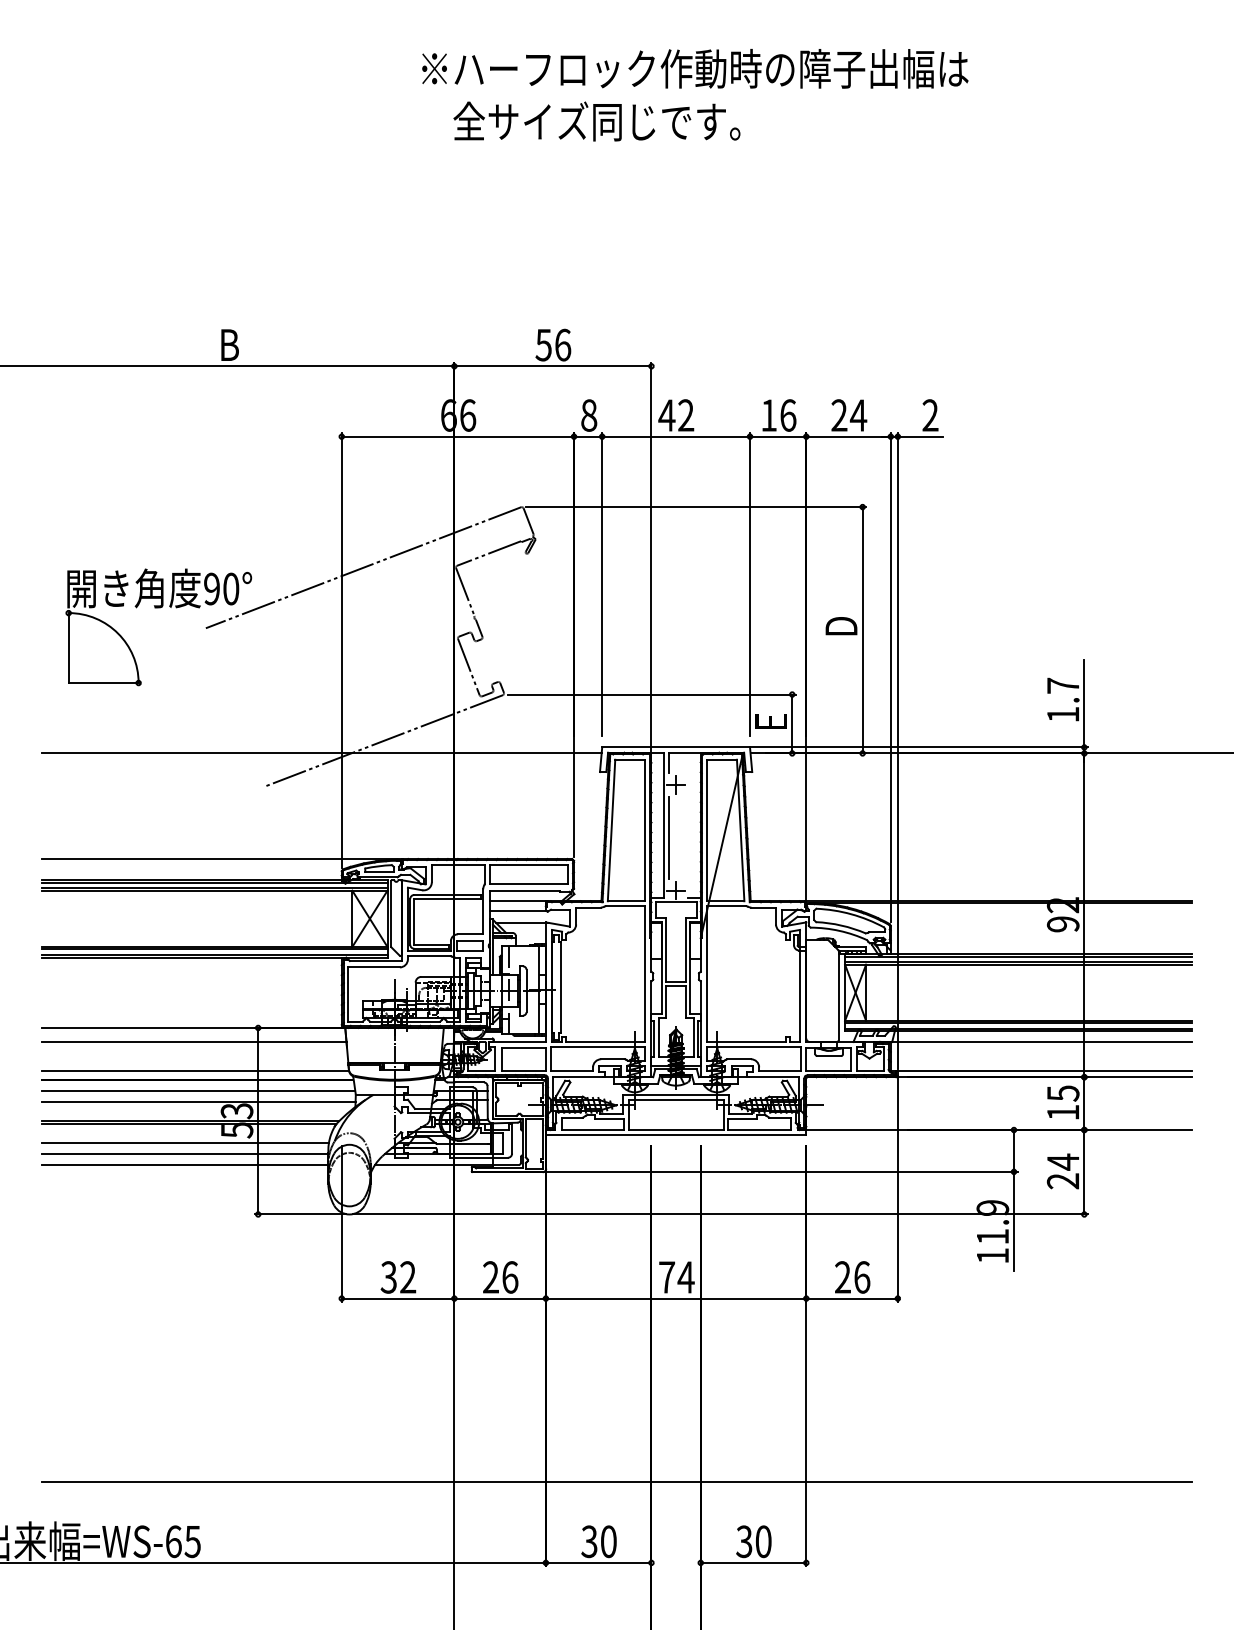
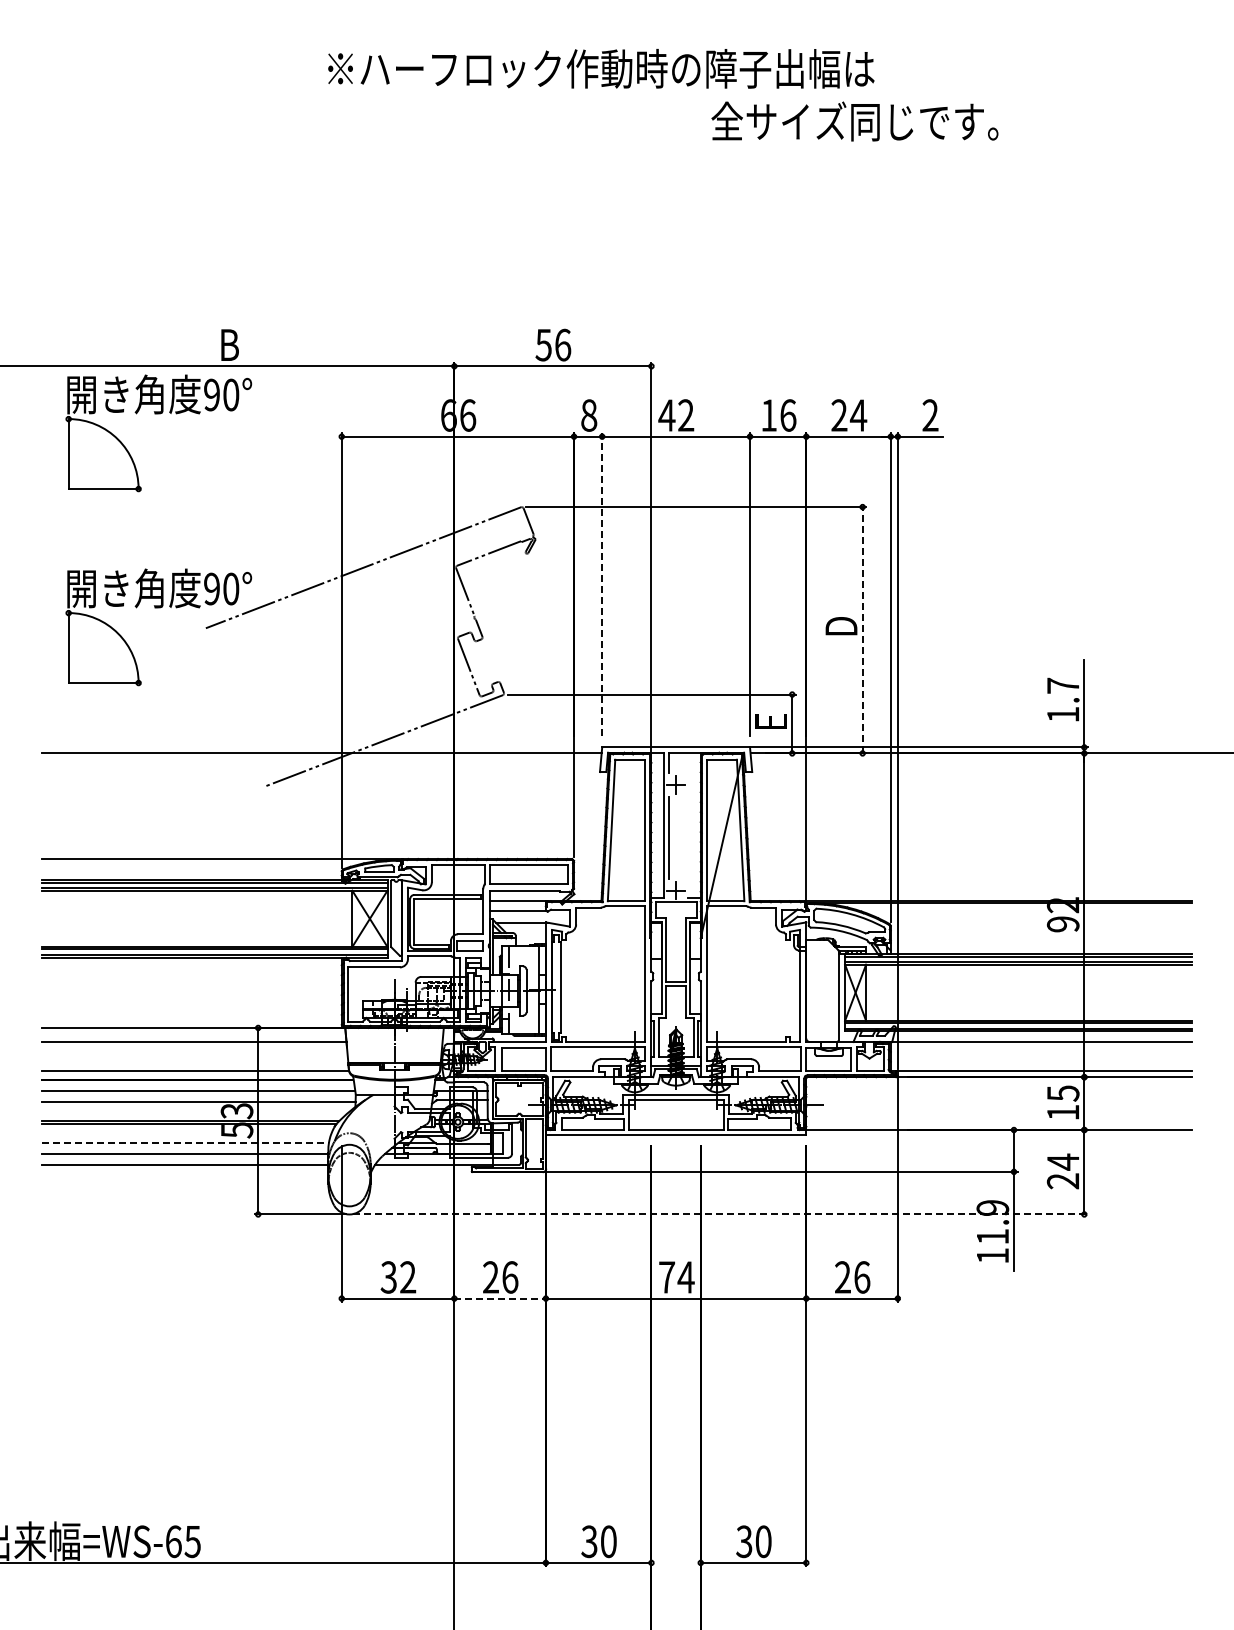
text at (695, 68) position: (695, 68) -> (601, 68)
text at (596, 121) position: (596, 121) -> (854, 121)
part at (158, 414): none -> present
line at (602, 584): solid -> dashed
line at (862, 629): solid -> dashed
line at (186, 1142): solid -> dashed
line at (720, 1214): solid -> dashed
line at (500, 1298): solid -> dashed
line at (616, 1481): present -> none
